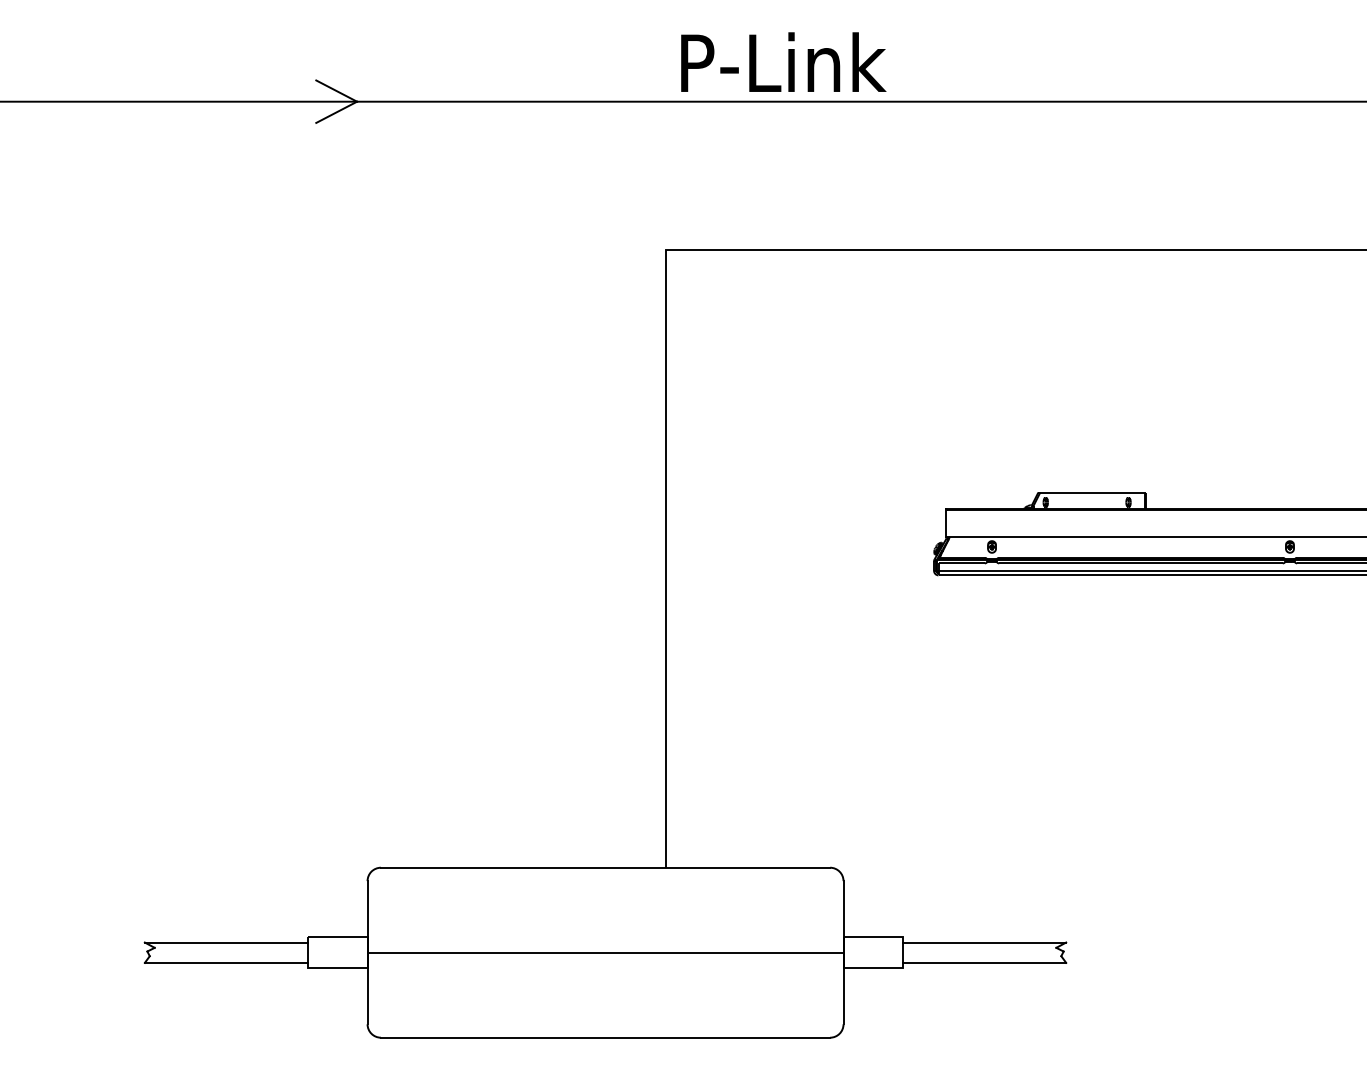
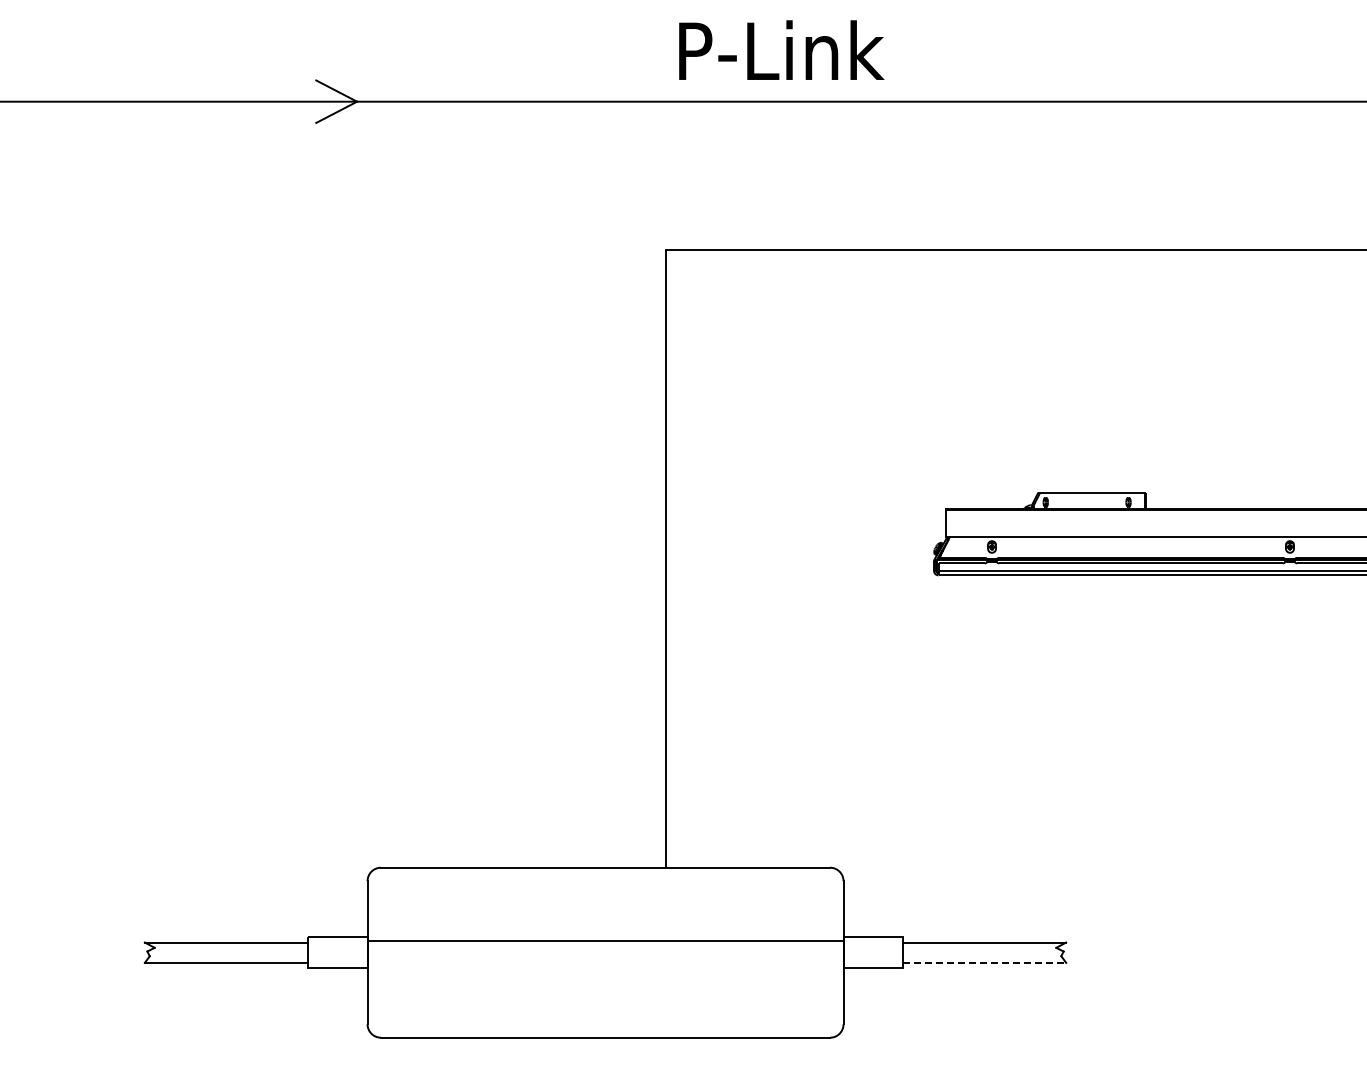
text at (783, 61) position: (783, 61) -> (781, 49)
line at (605, 952) position: (605, 952) -> (605, 940)
line at (985, 962): solid -> dashed
